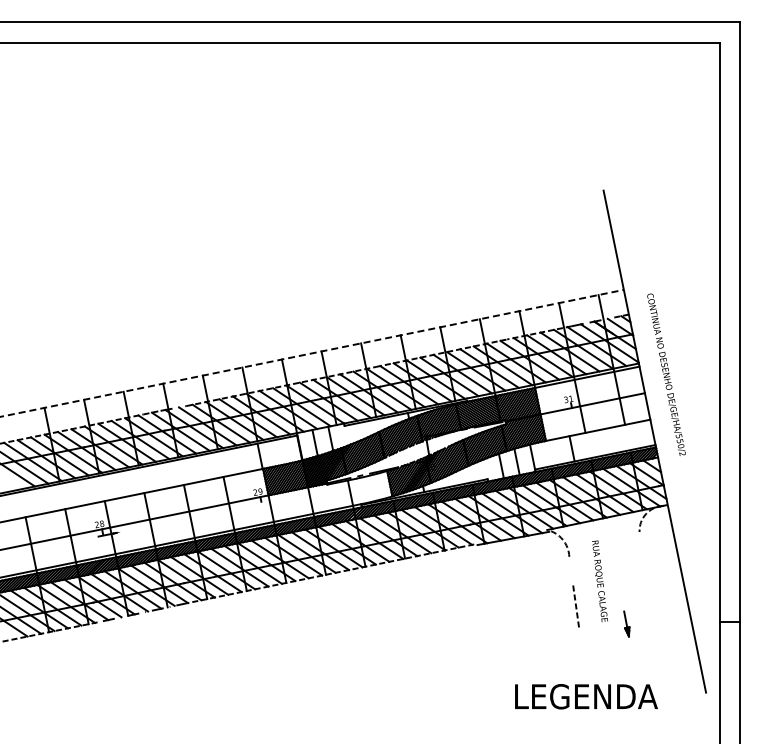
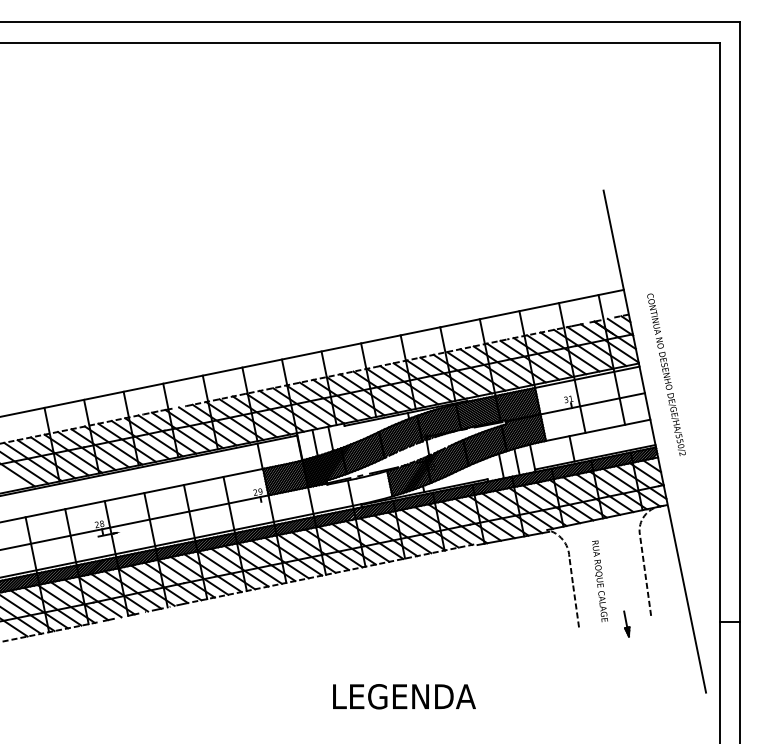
line at (312, 353): dashed -> solid
line at (570, 569): none -> present
line at (645, 573): none -> present
text at (586, 696) position: (586, 696) -> (404, 696)
